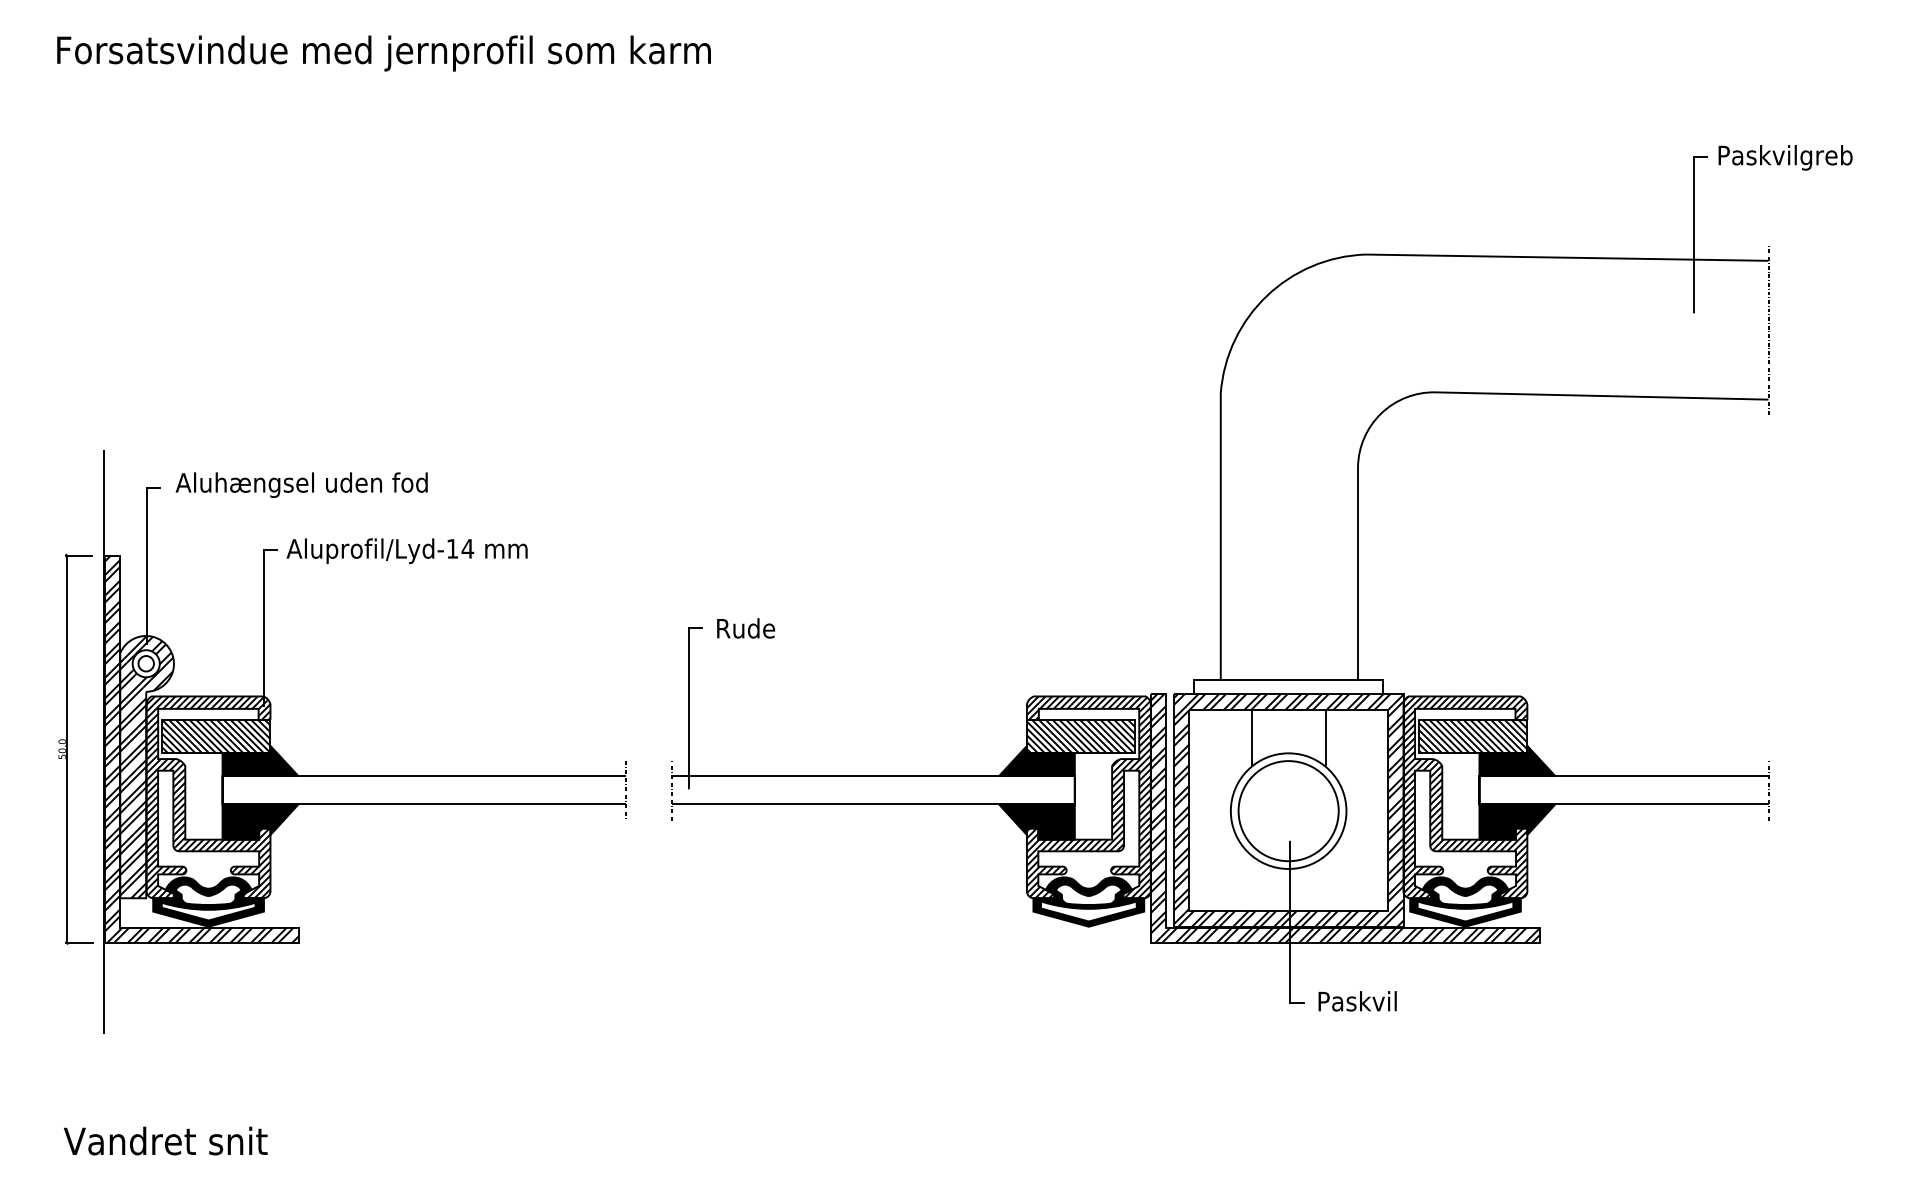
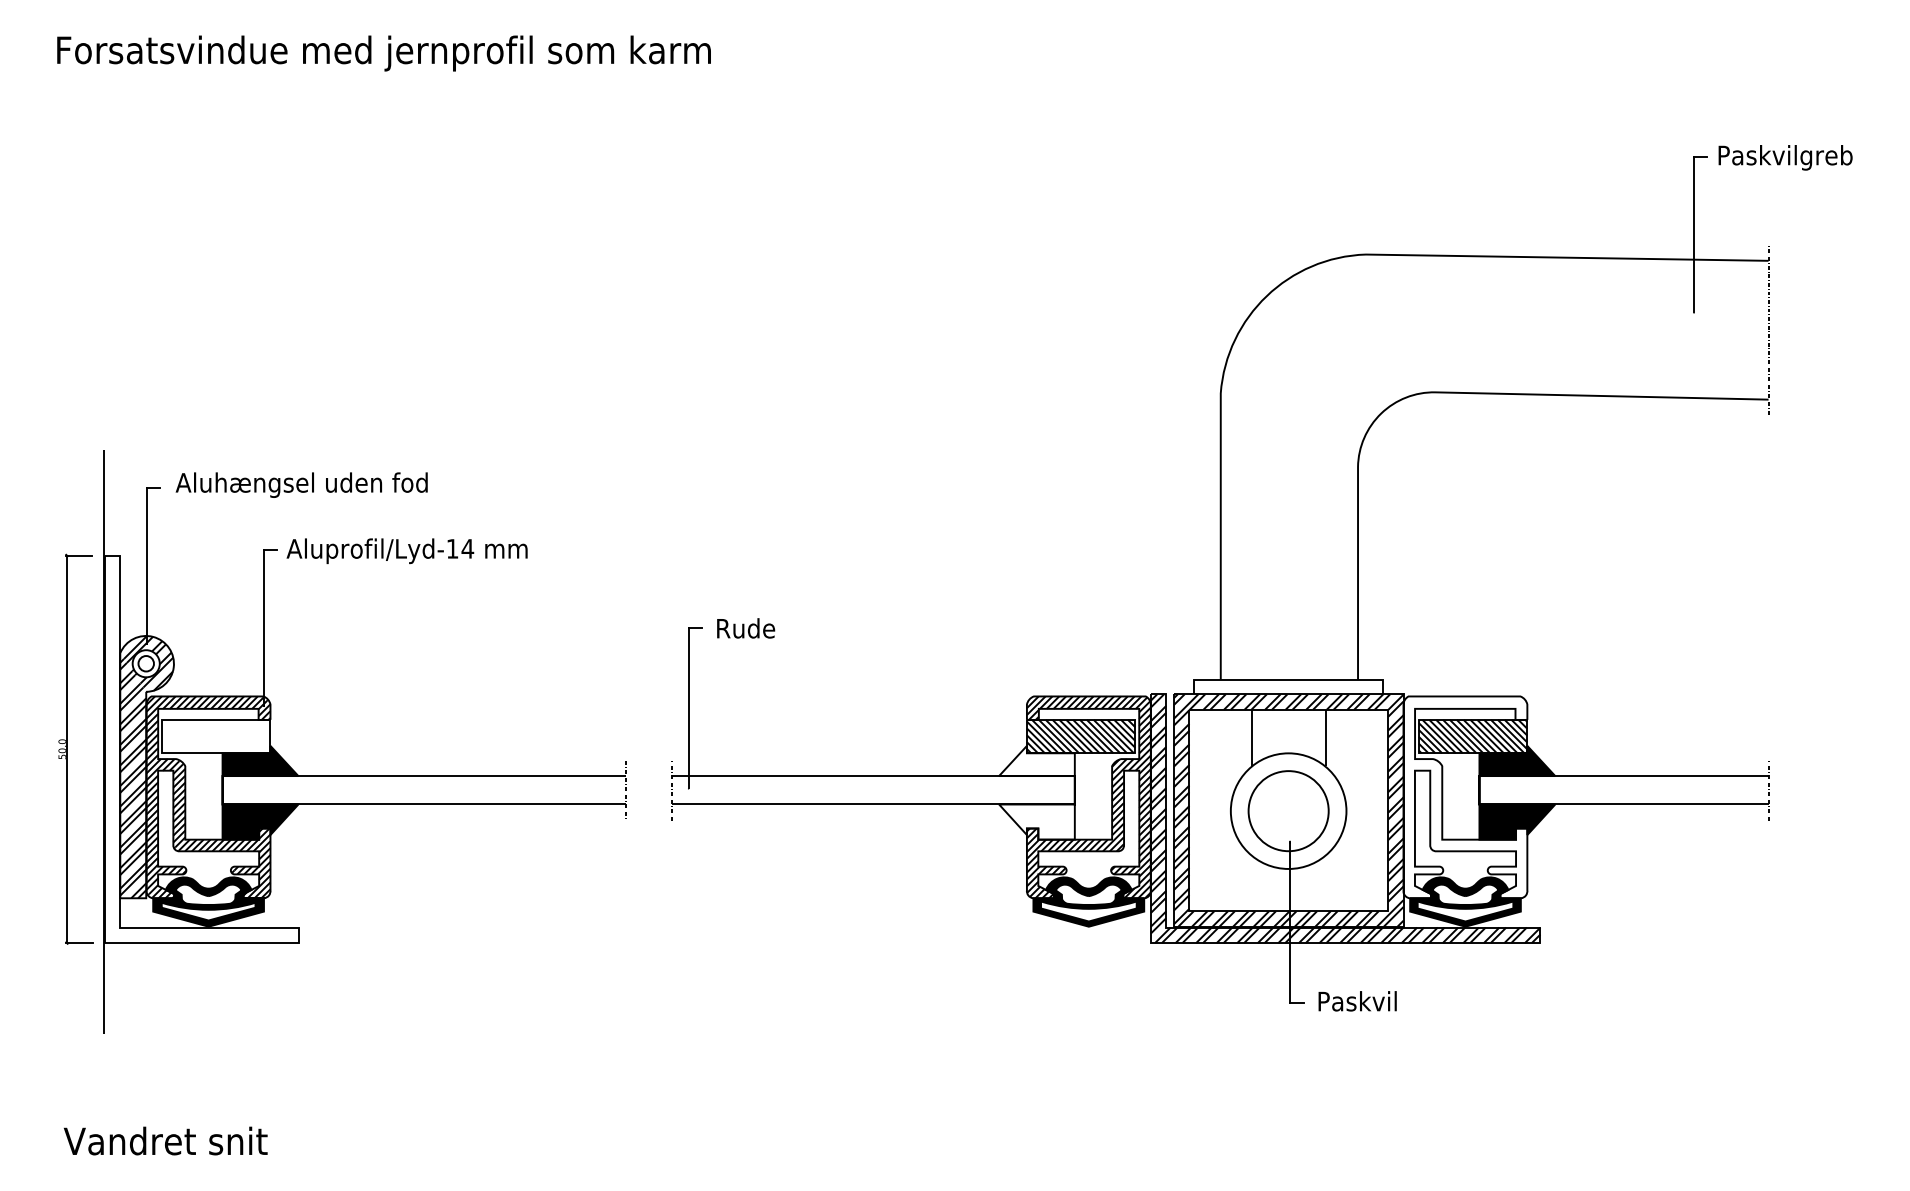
hatch at (215, 736): present -> none
hatch at (201, 749): present -> none
fill at (1036, 792): present -> none
hatch at (1465, 797): present -> none
circle at (1288, 811) diameter: 100 px -> 80 px
